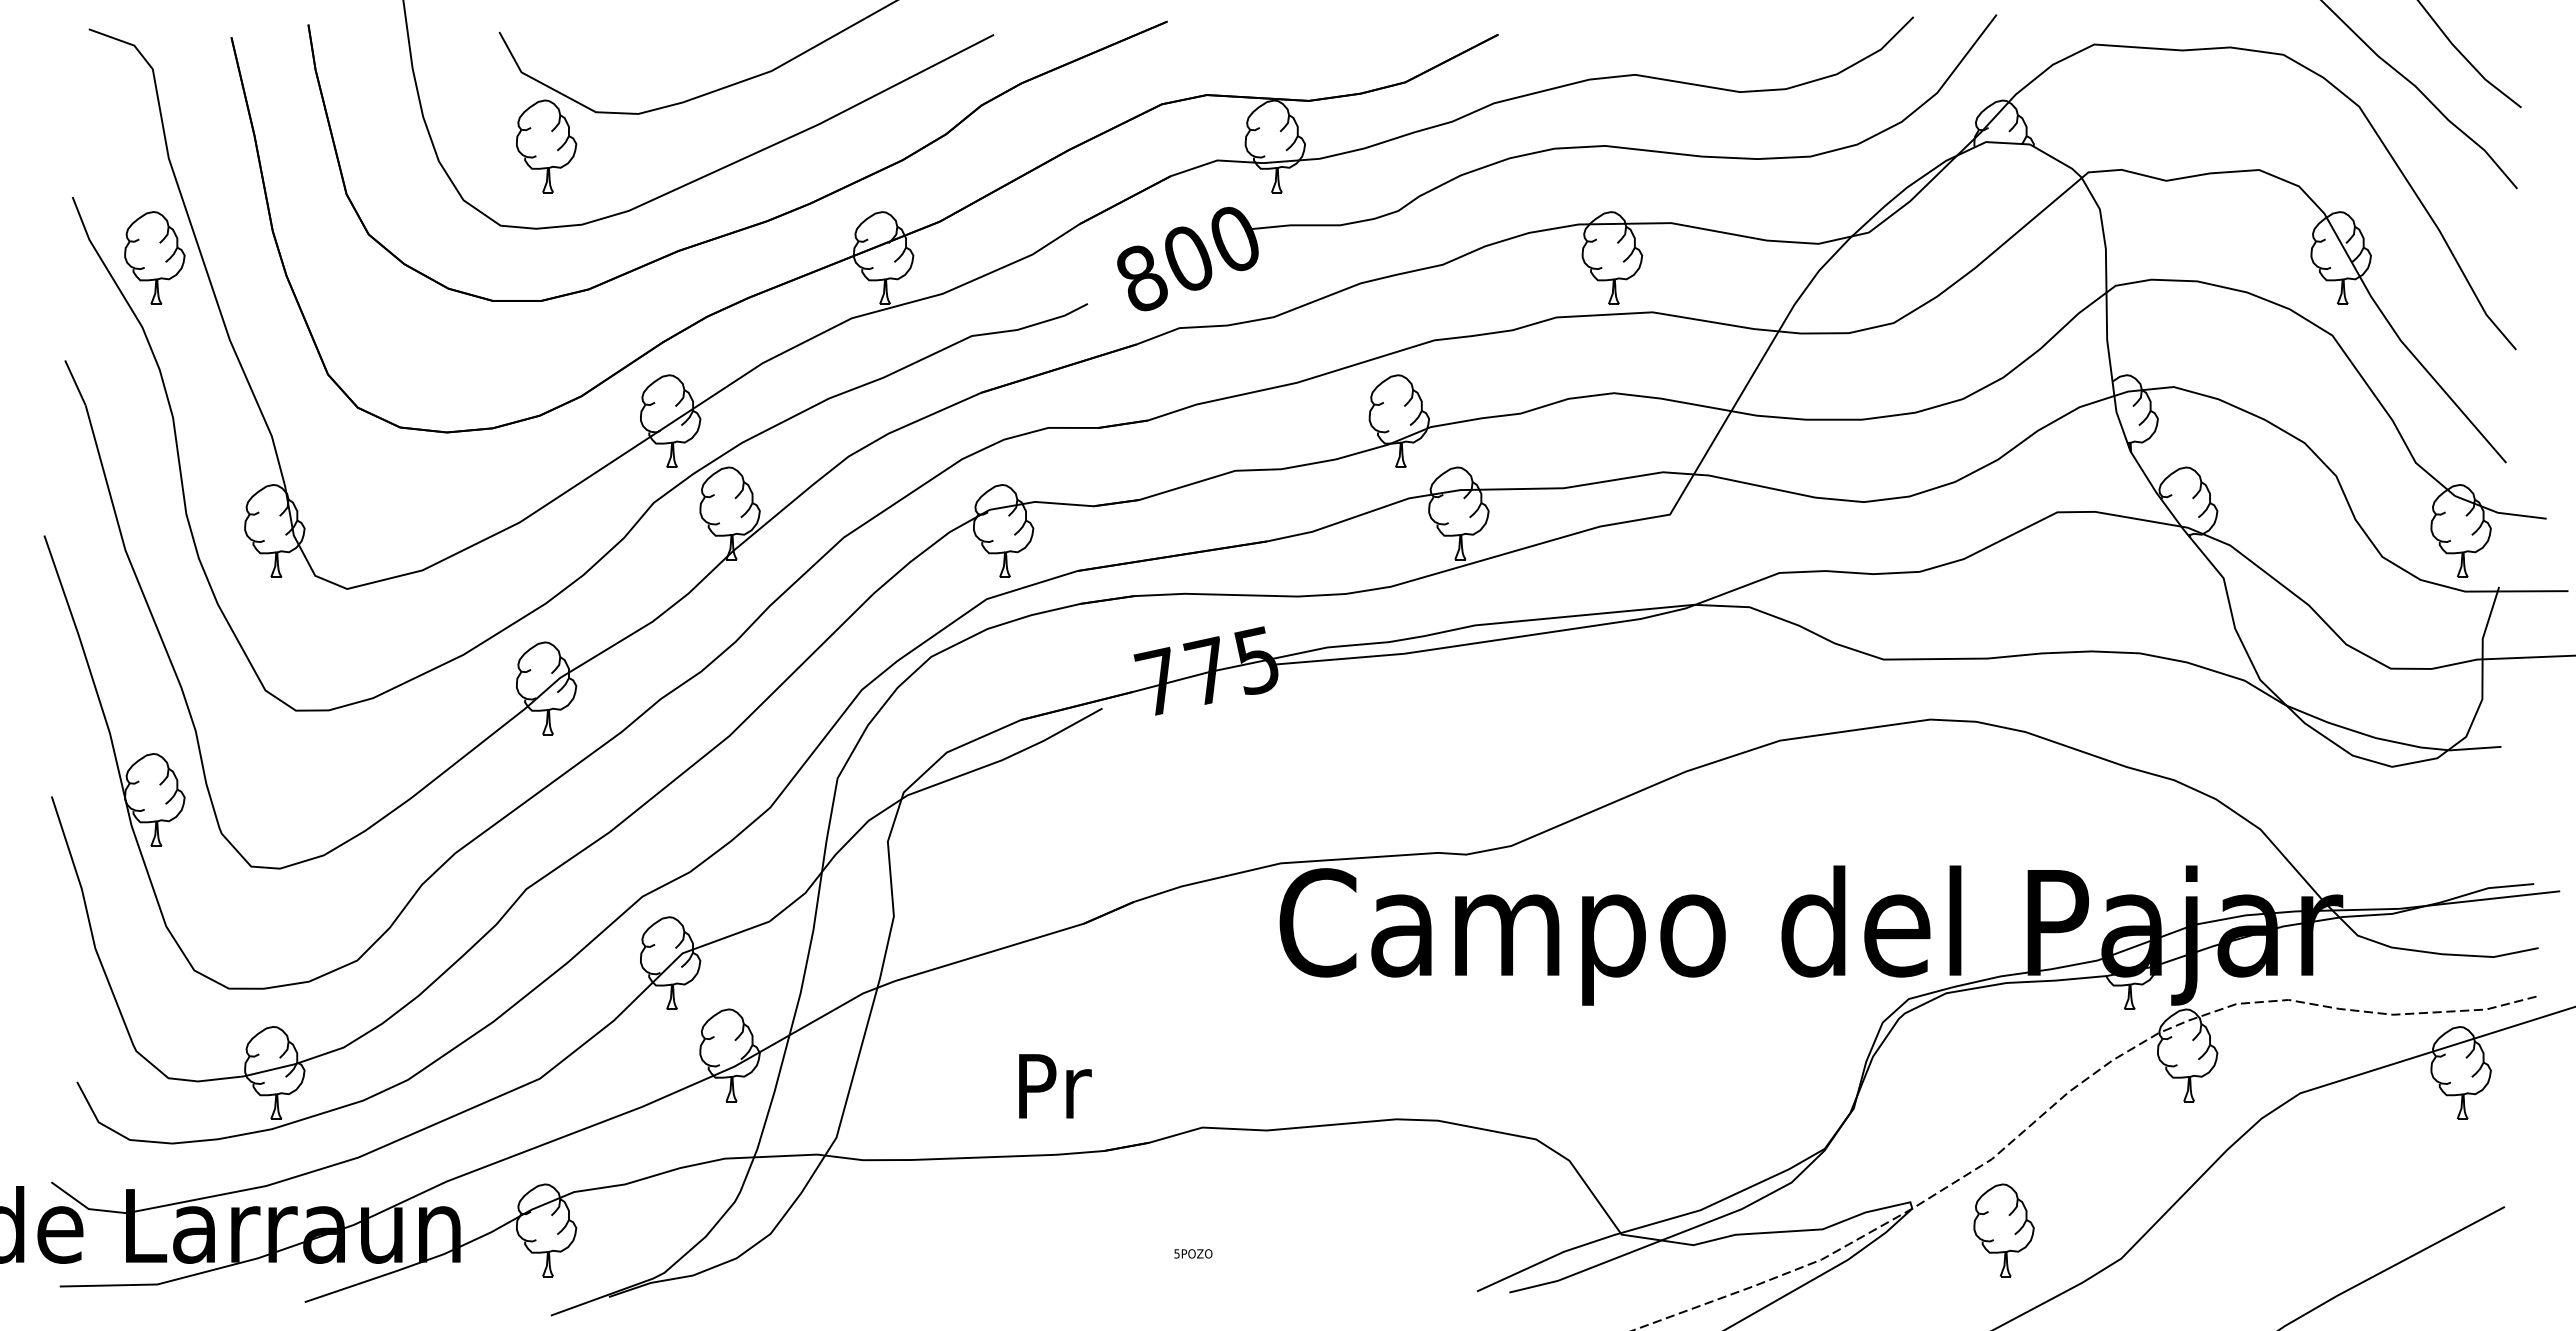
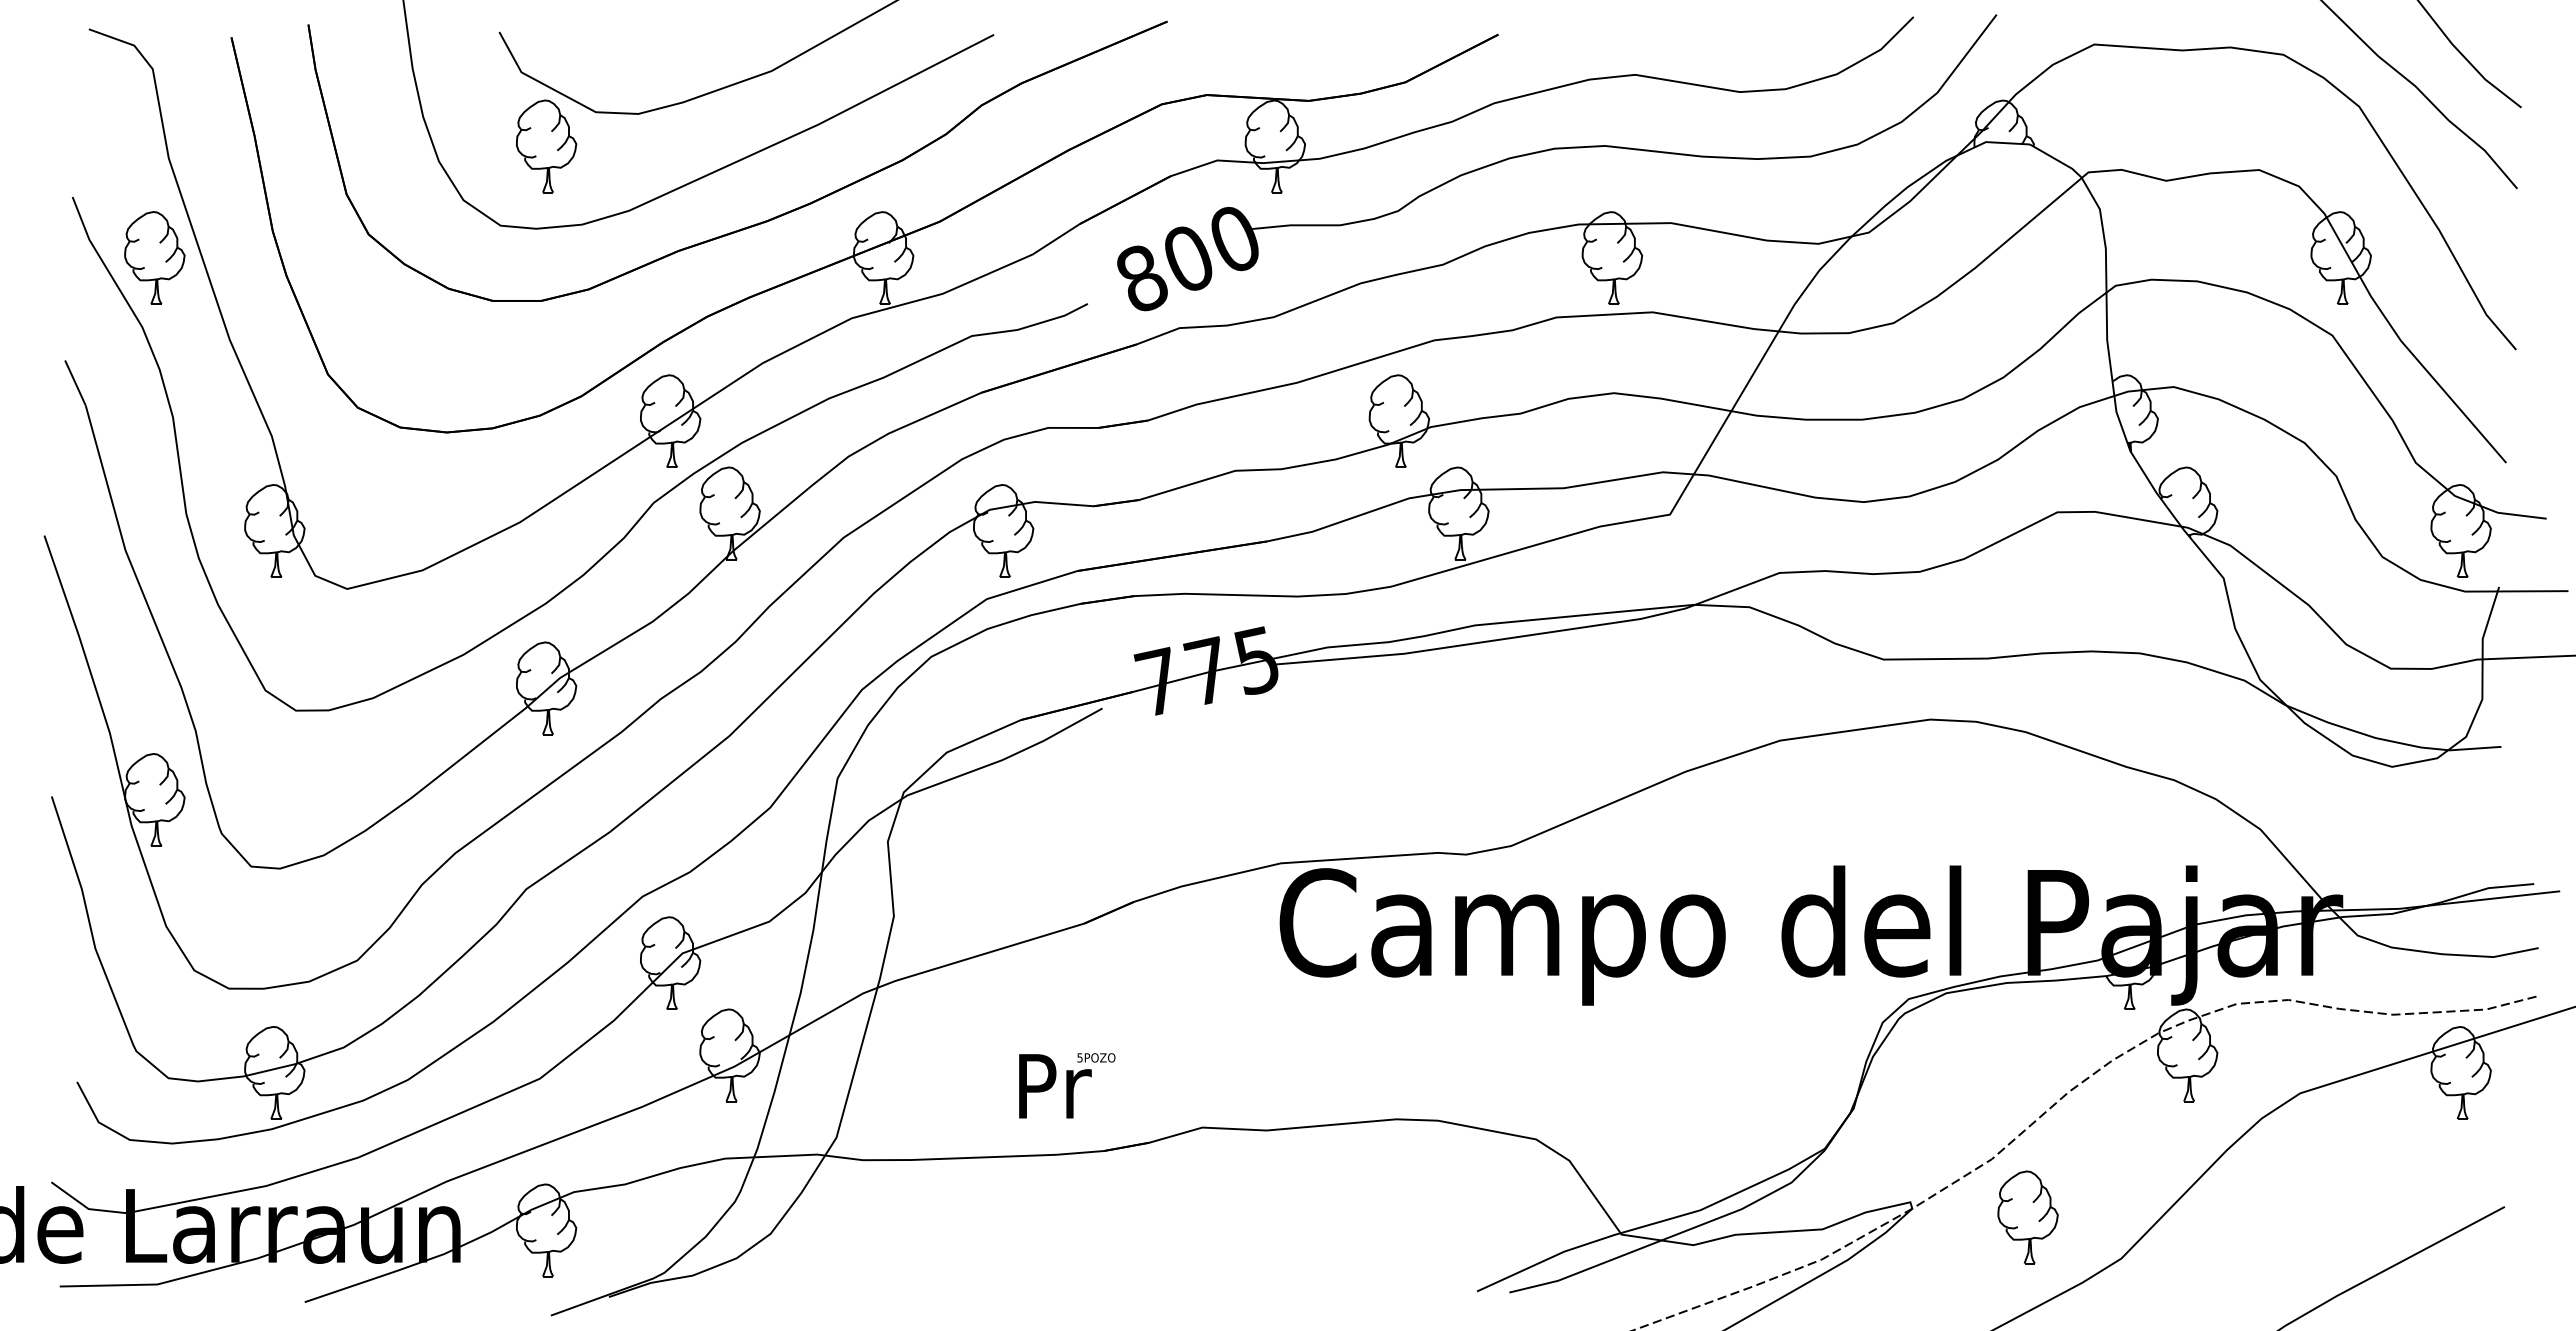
part at (2003, 1230) position: (2003, 1230) -> (2027, 1217)
text at (1193, 1253) position: (1193, 1253) -> (1096, 1057)
